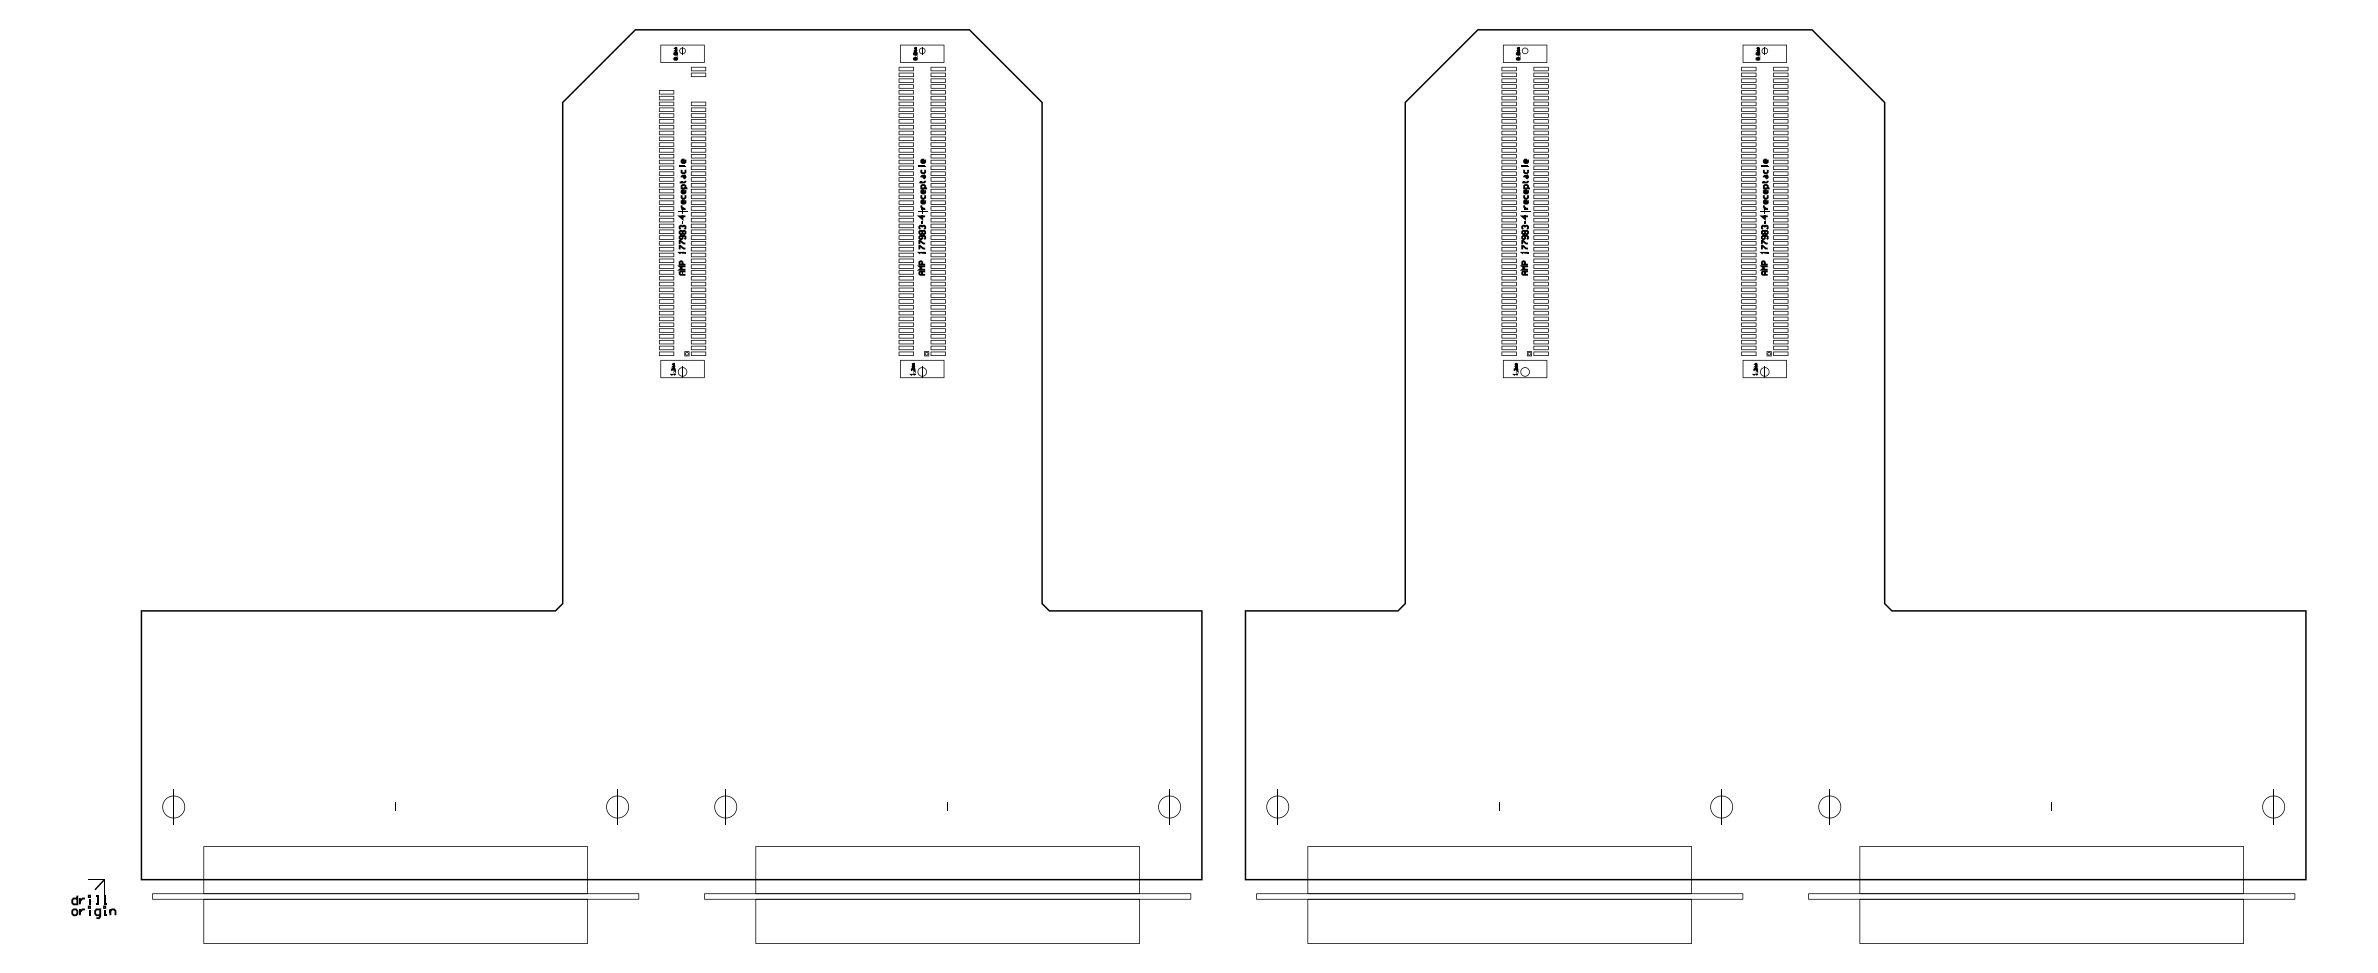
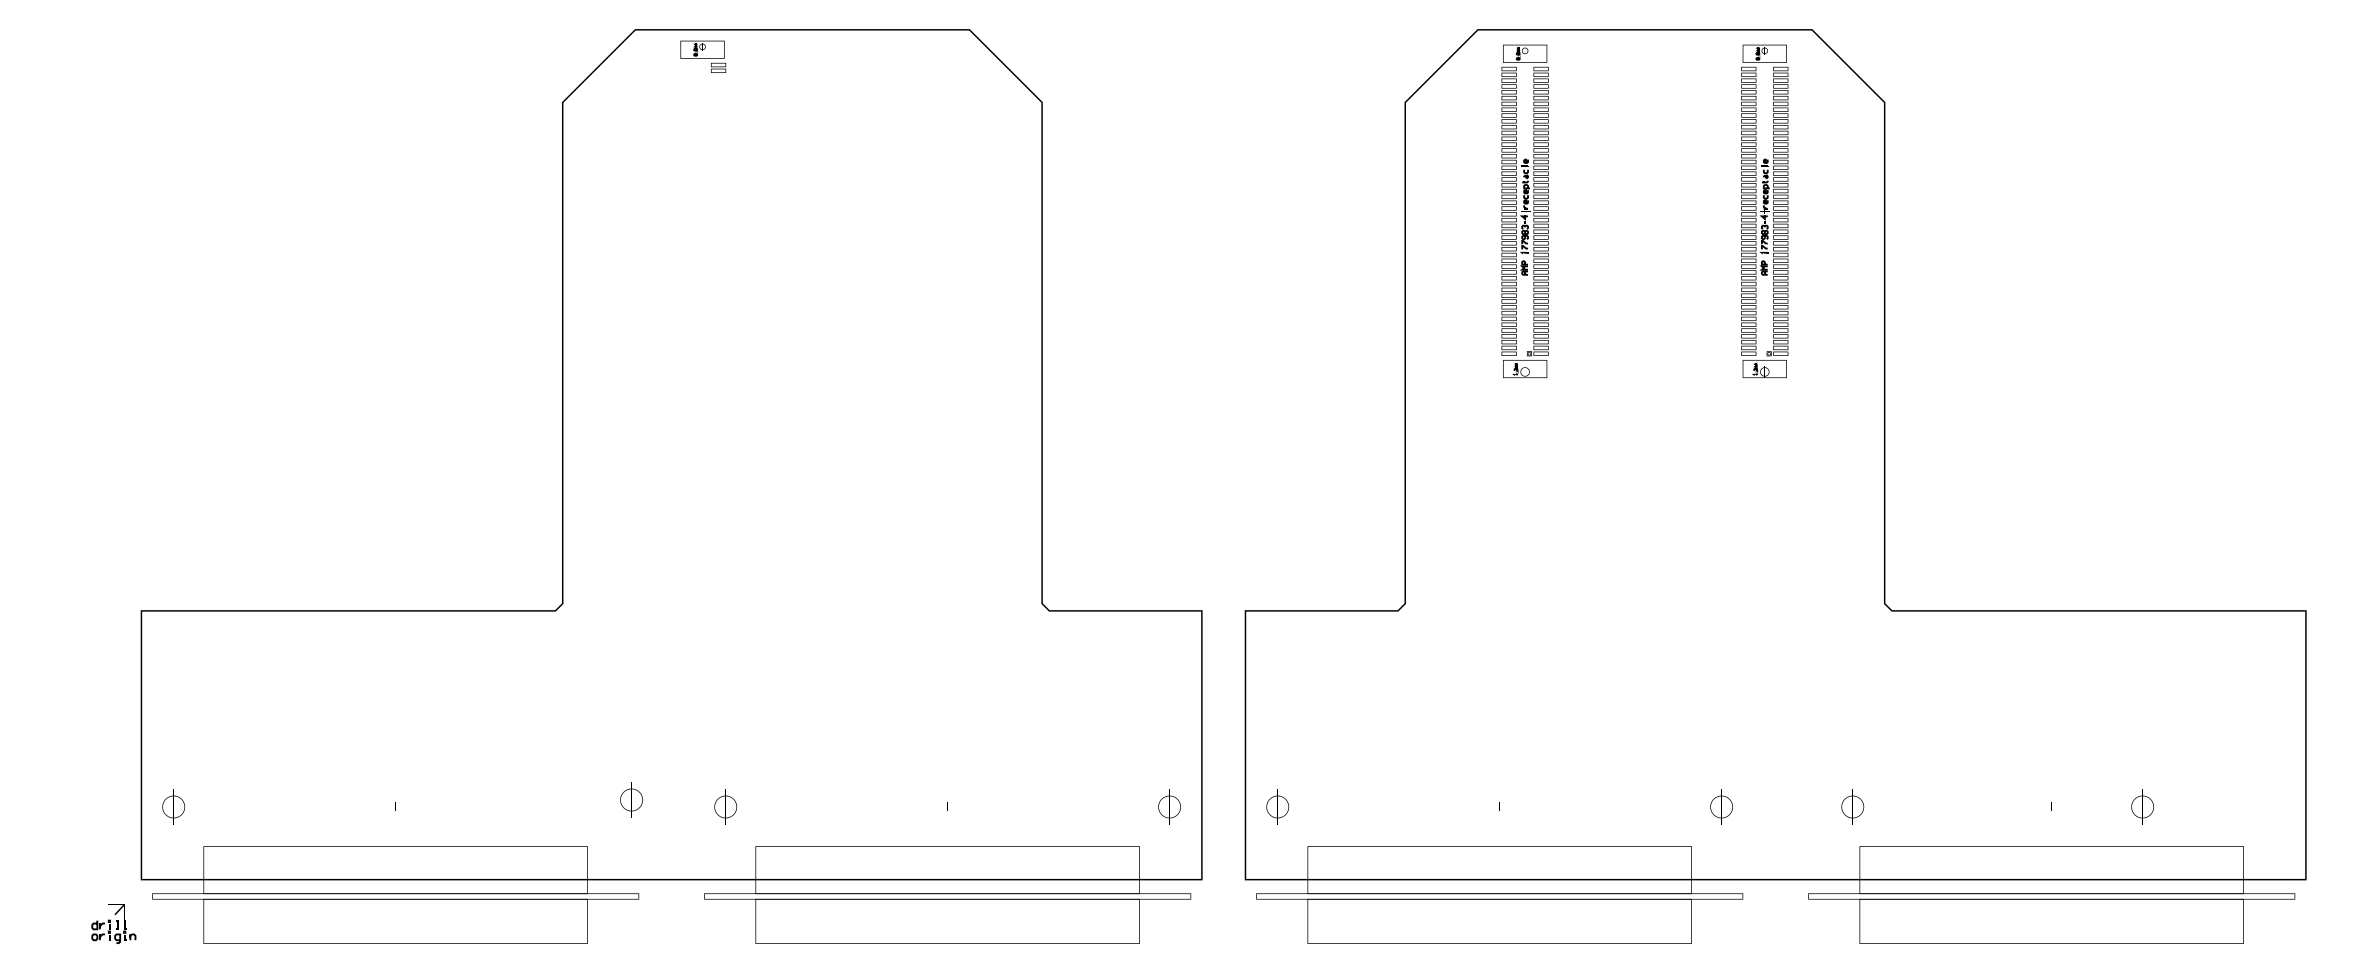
part at (683, 60) position: (683, 60) -> (703, 56)
part at (921, 210): present -> none
part at (682, 233): present -> none
part at (617, 806) position: (617, 806) -> (631, 799)
part at (1829, 806) position: (1829, 806) -> (1852, 806)
part at (2273, 806) position: (2273, 806) -> (2142, 806)
part at (93, 898) position: (93, 898) -> (113, 923)
